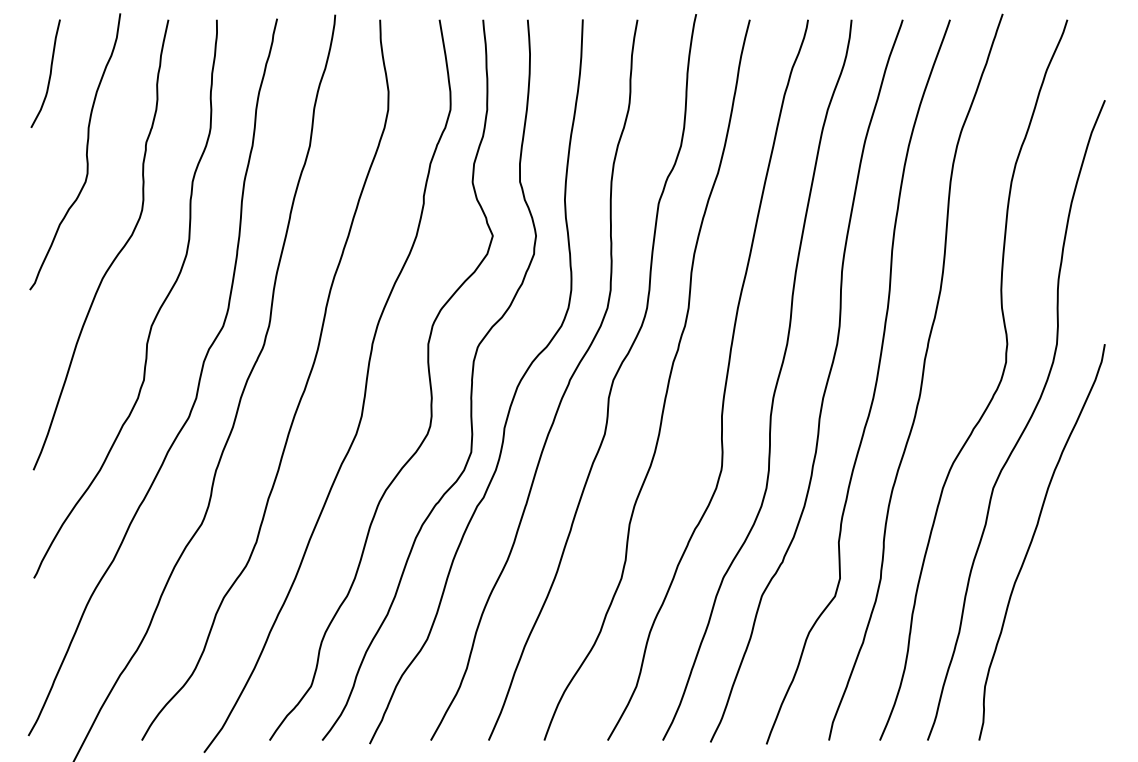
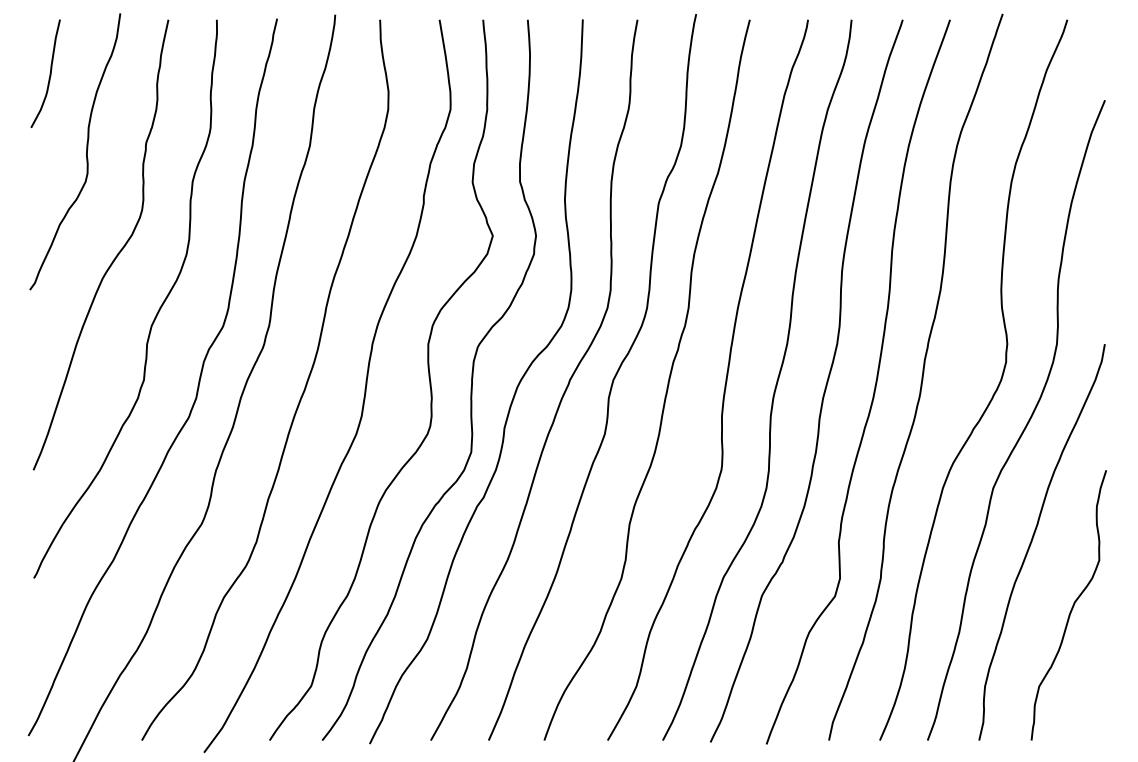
curve at (1071, 607): none -> present
